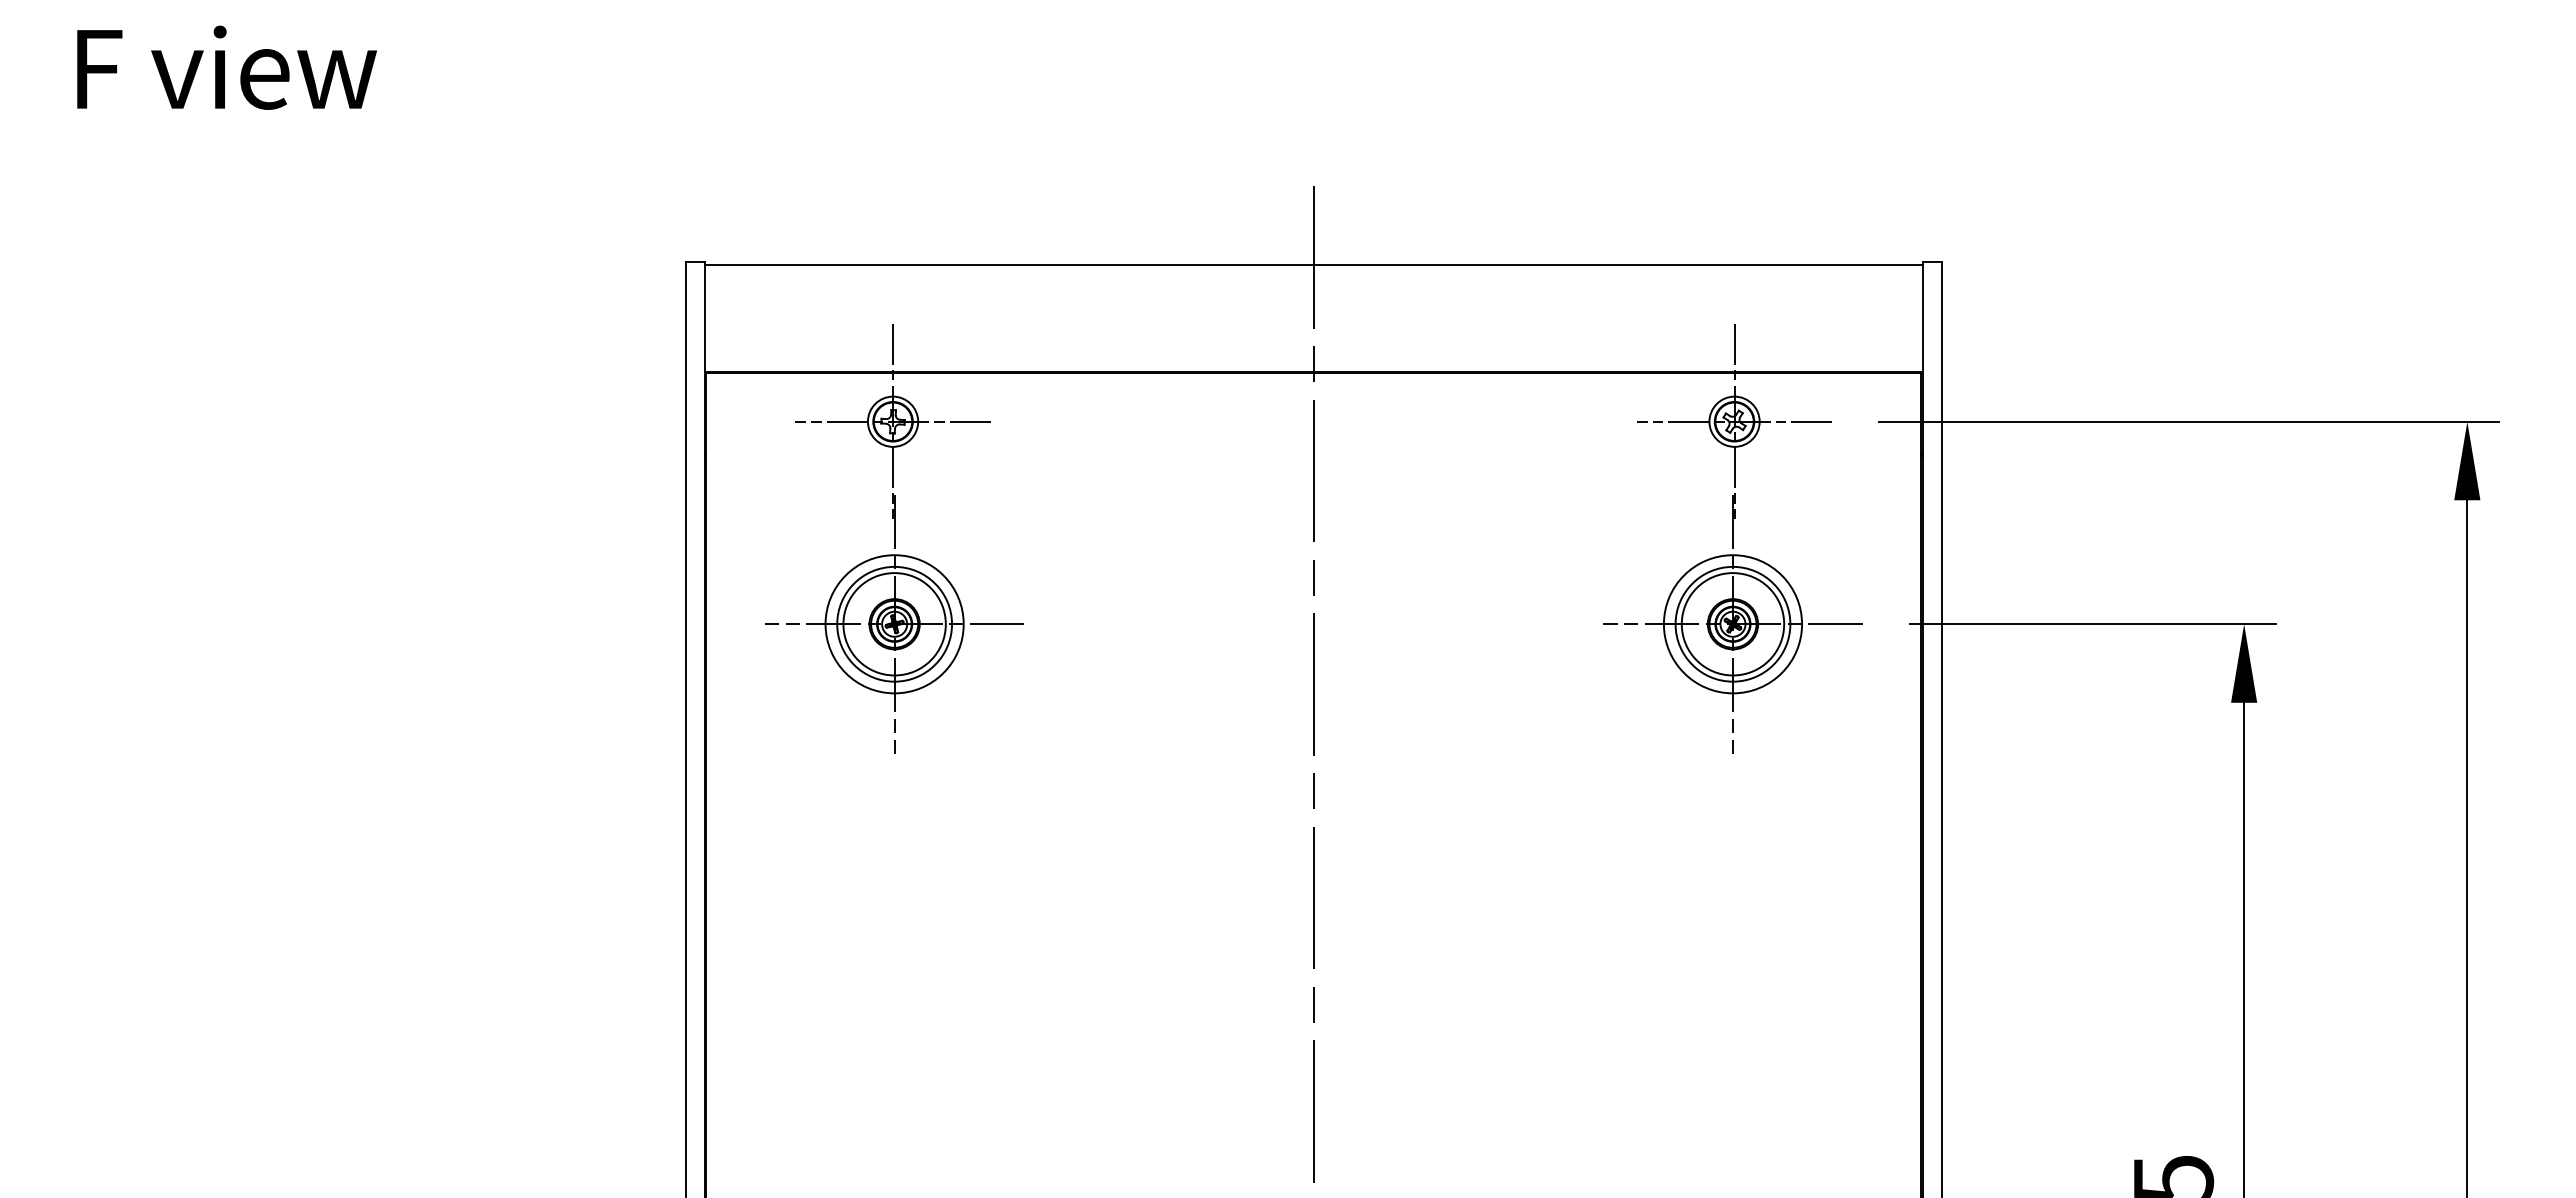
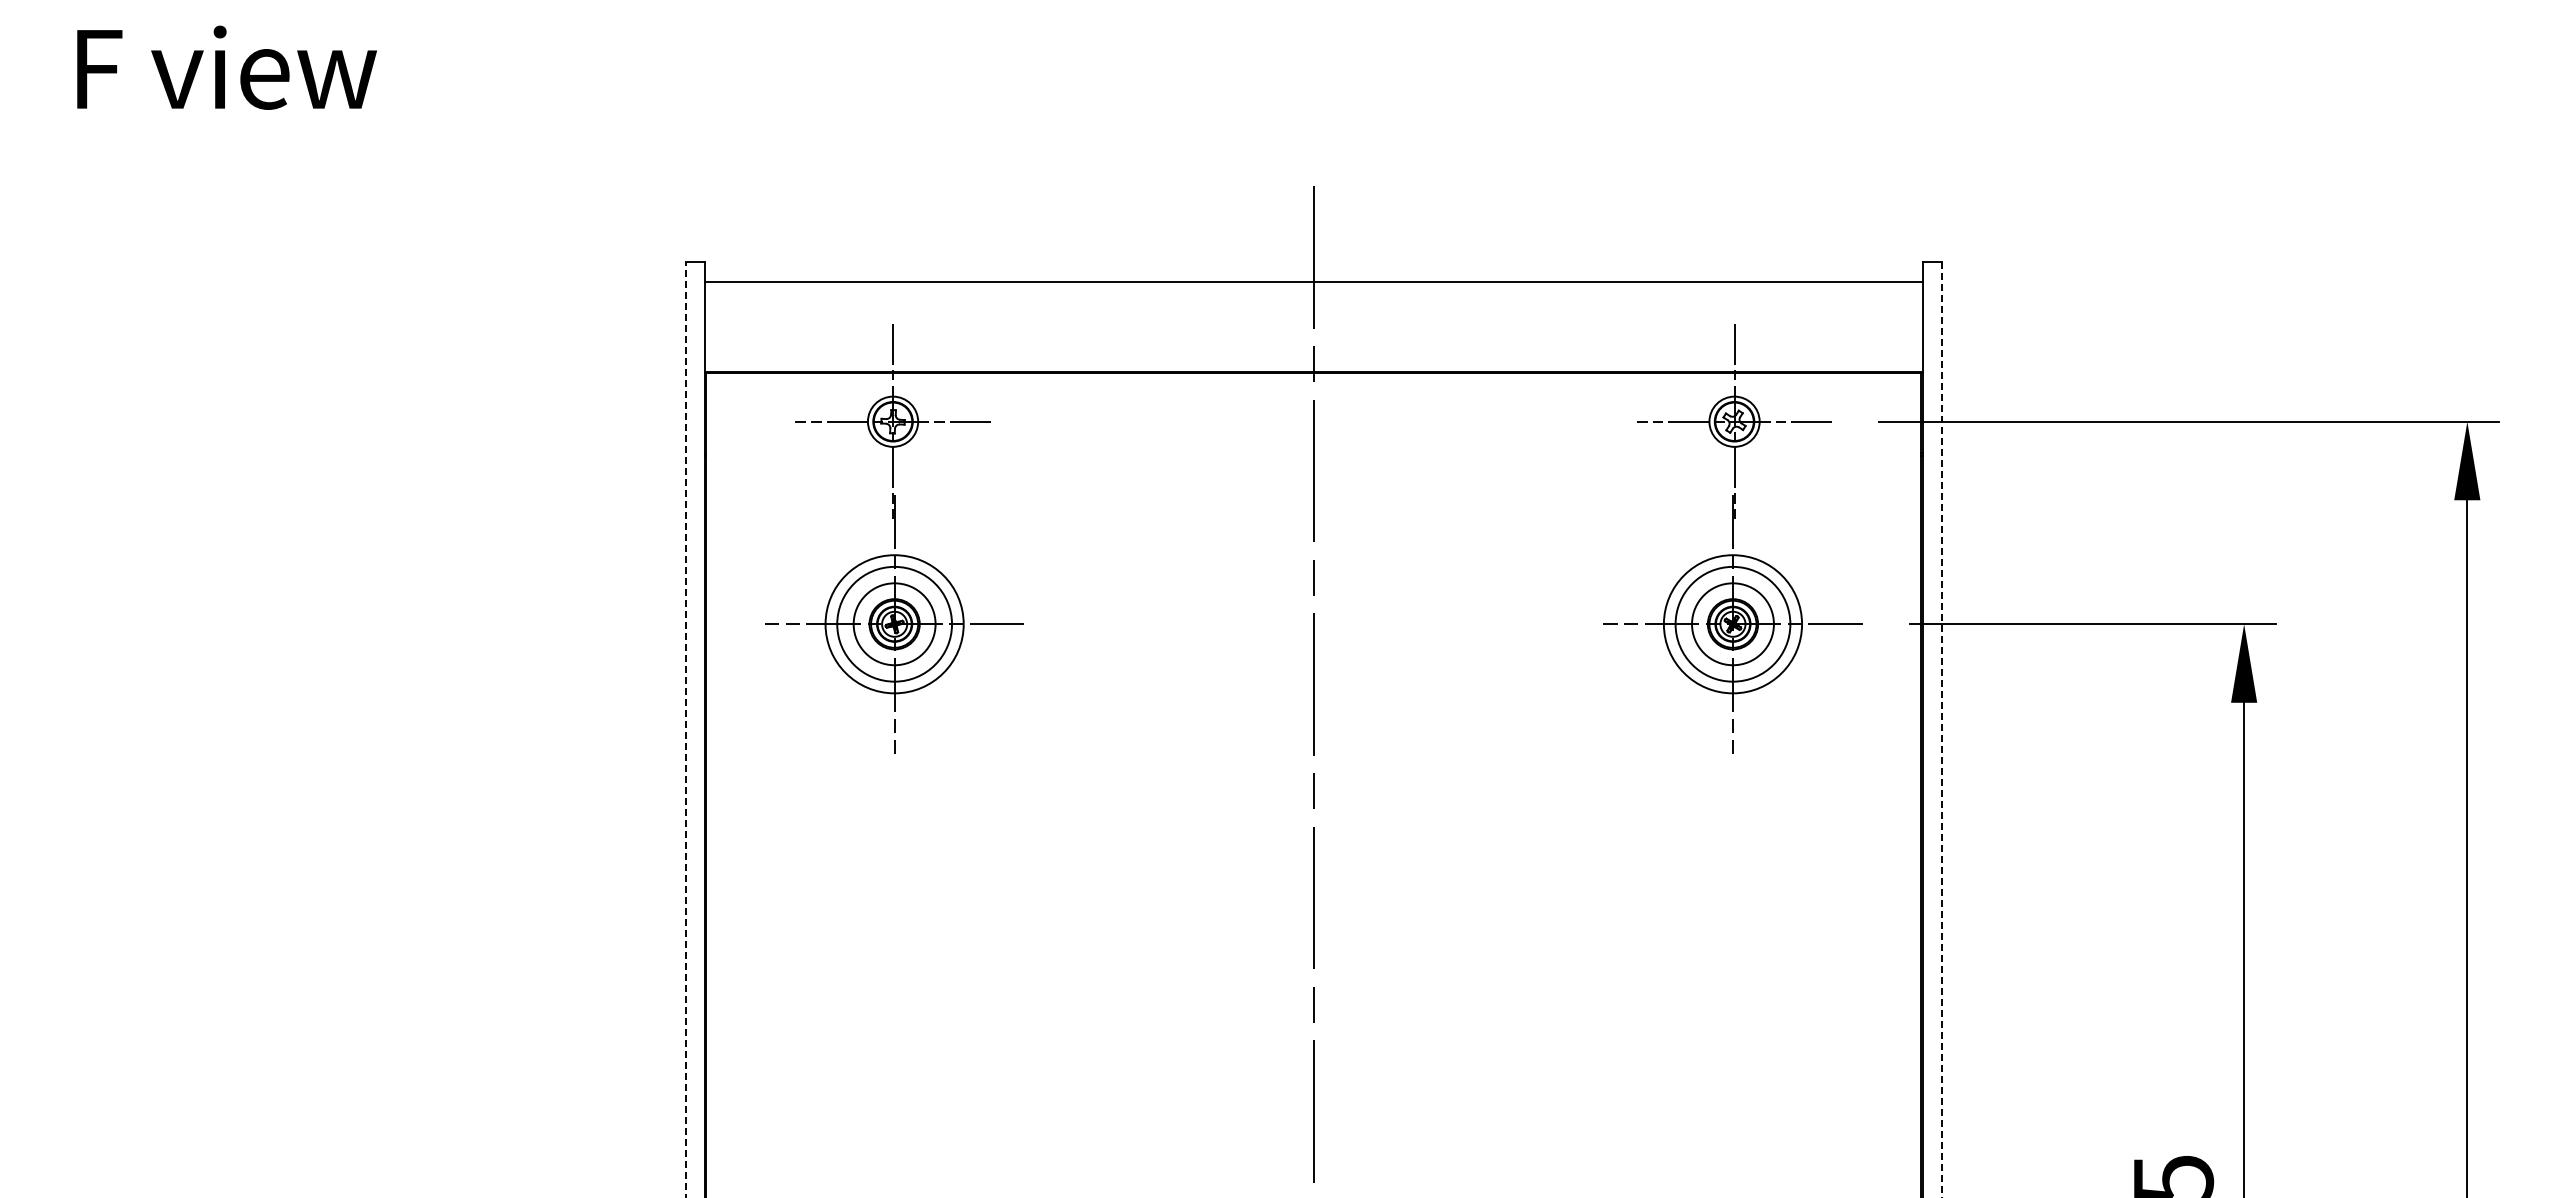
line at (1313, 264) position: (1313, 264) -> (1313, 281)
circle at (894, 624) diameter: 102 px -> 82 px
circle at (1732, 624) diameter: 102 px -> 82 px
line at (685, 729): solid -> dashed
line at (1941, 729): solid -> dashed
